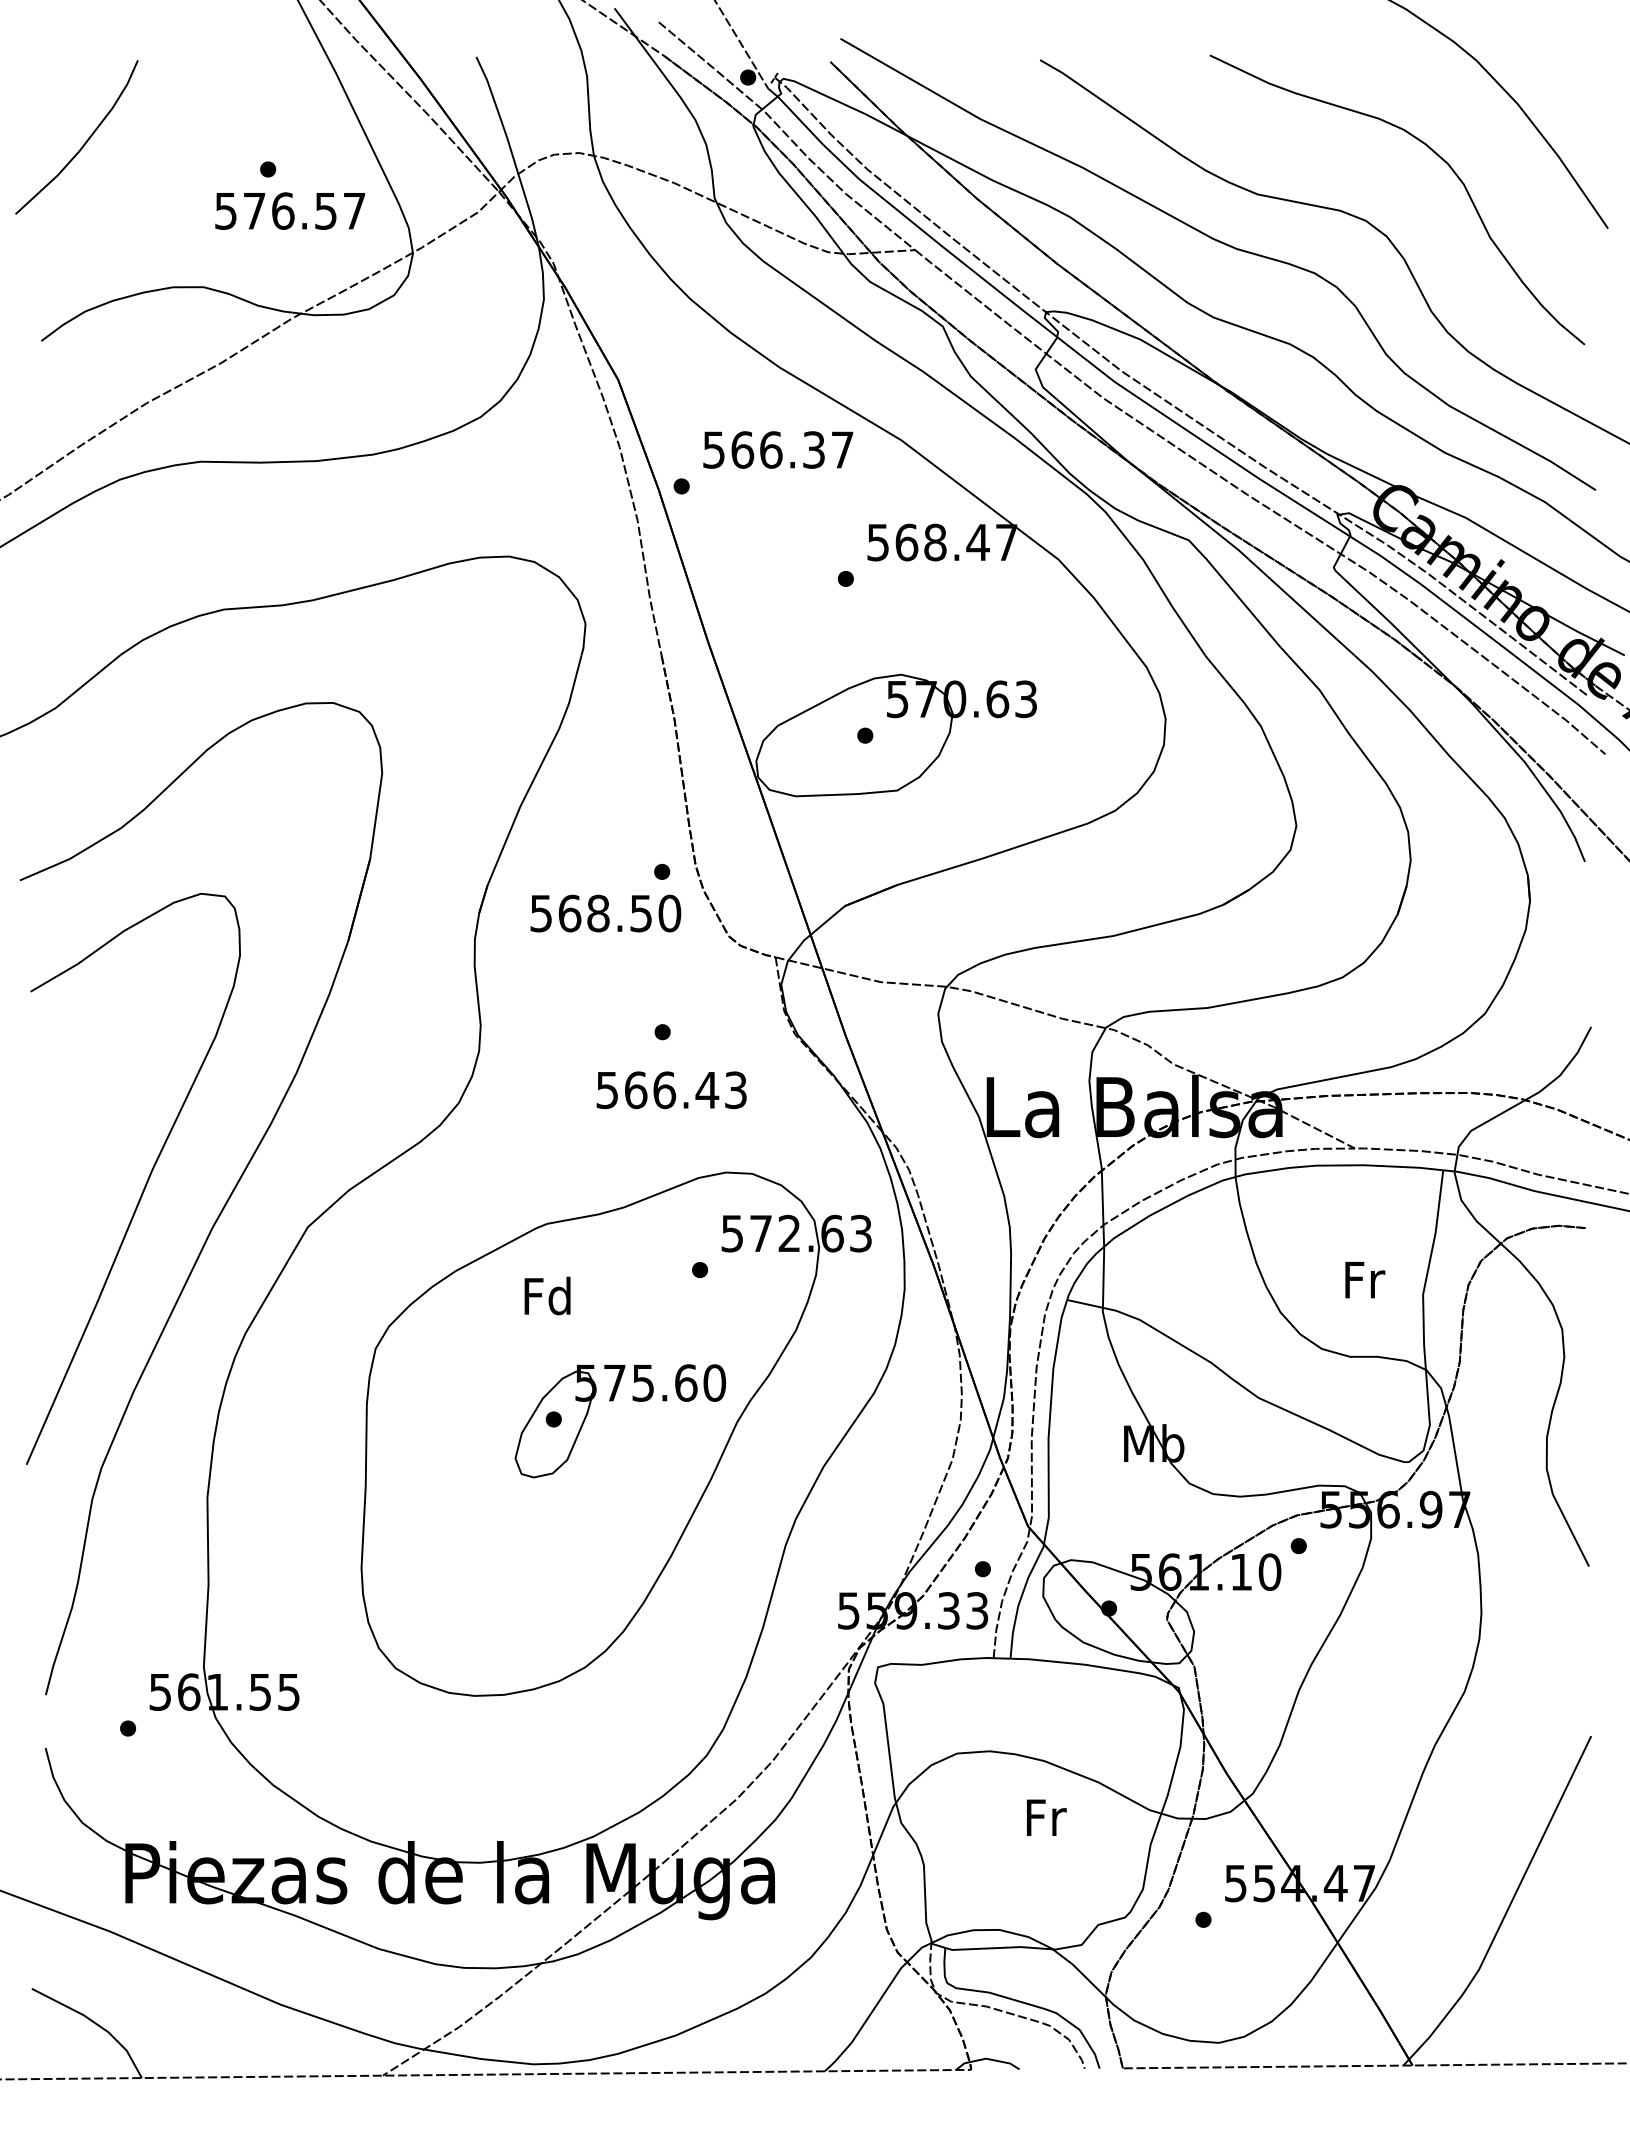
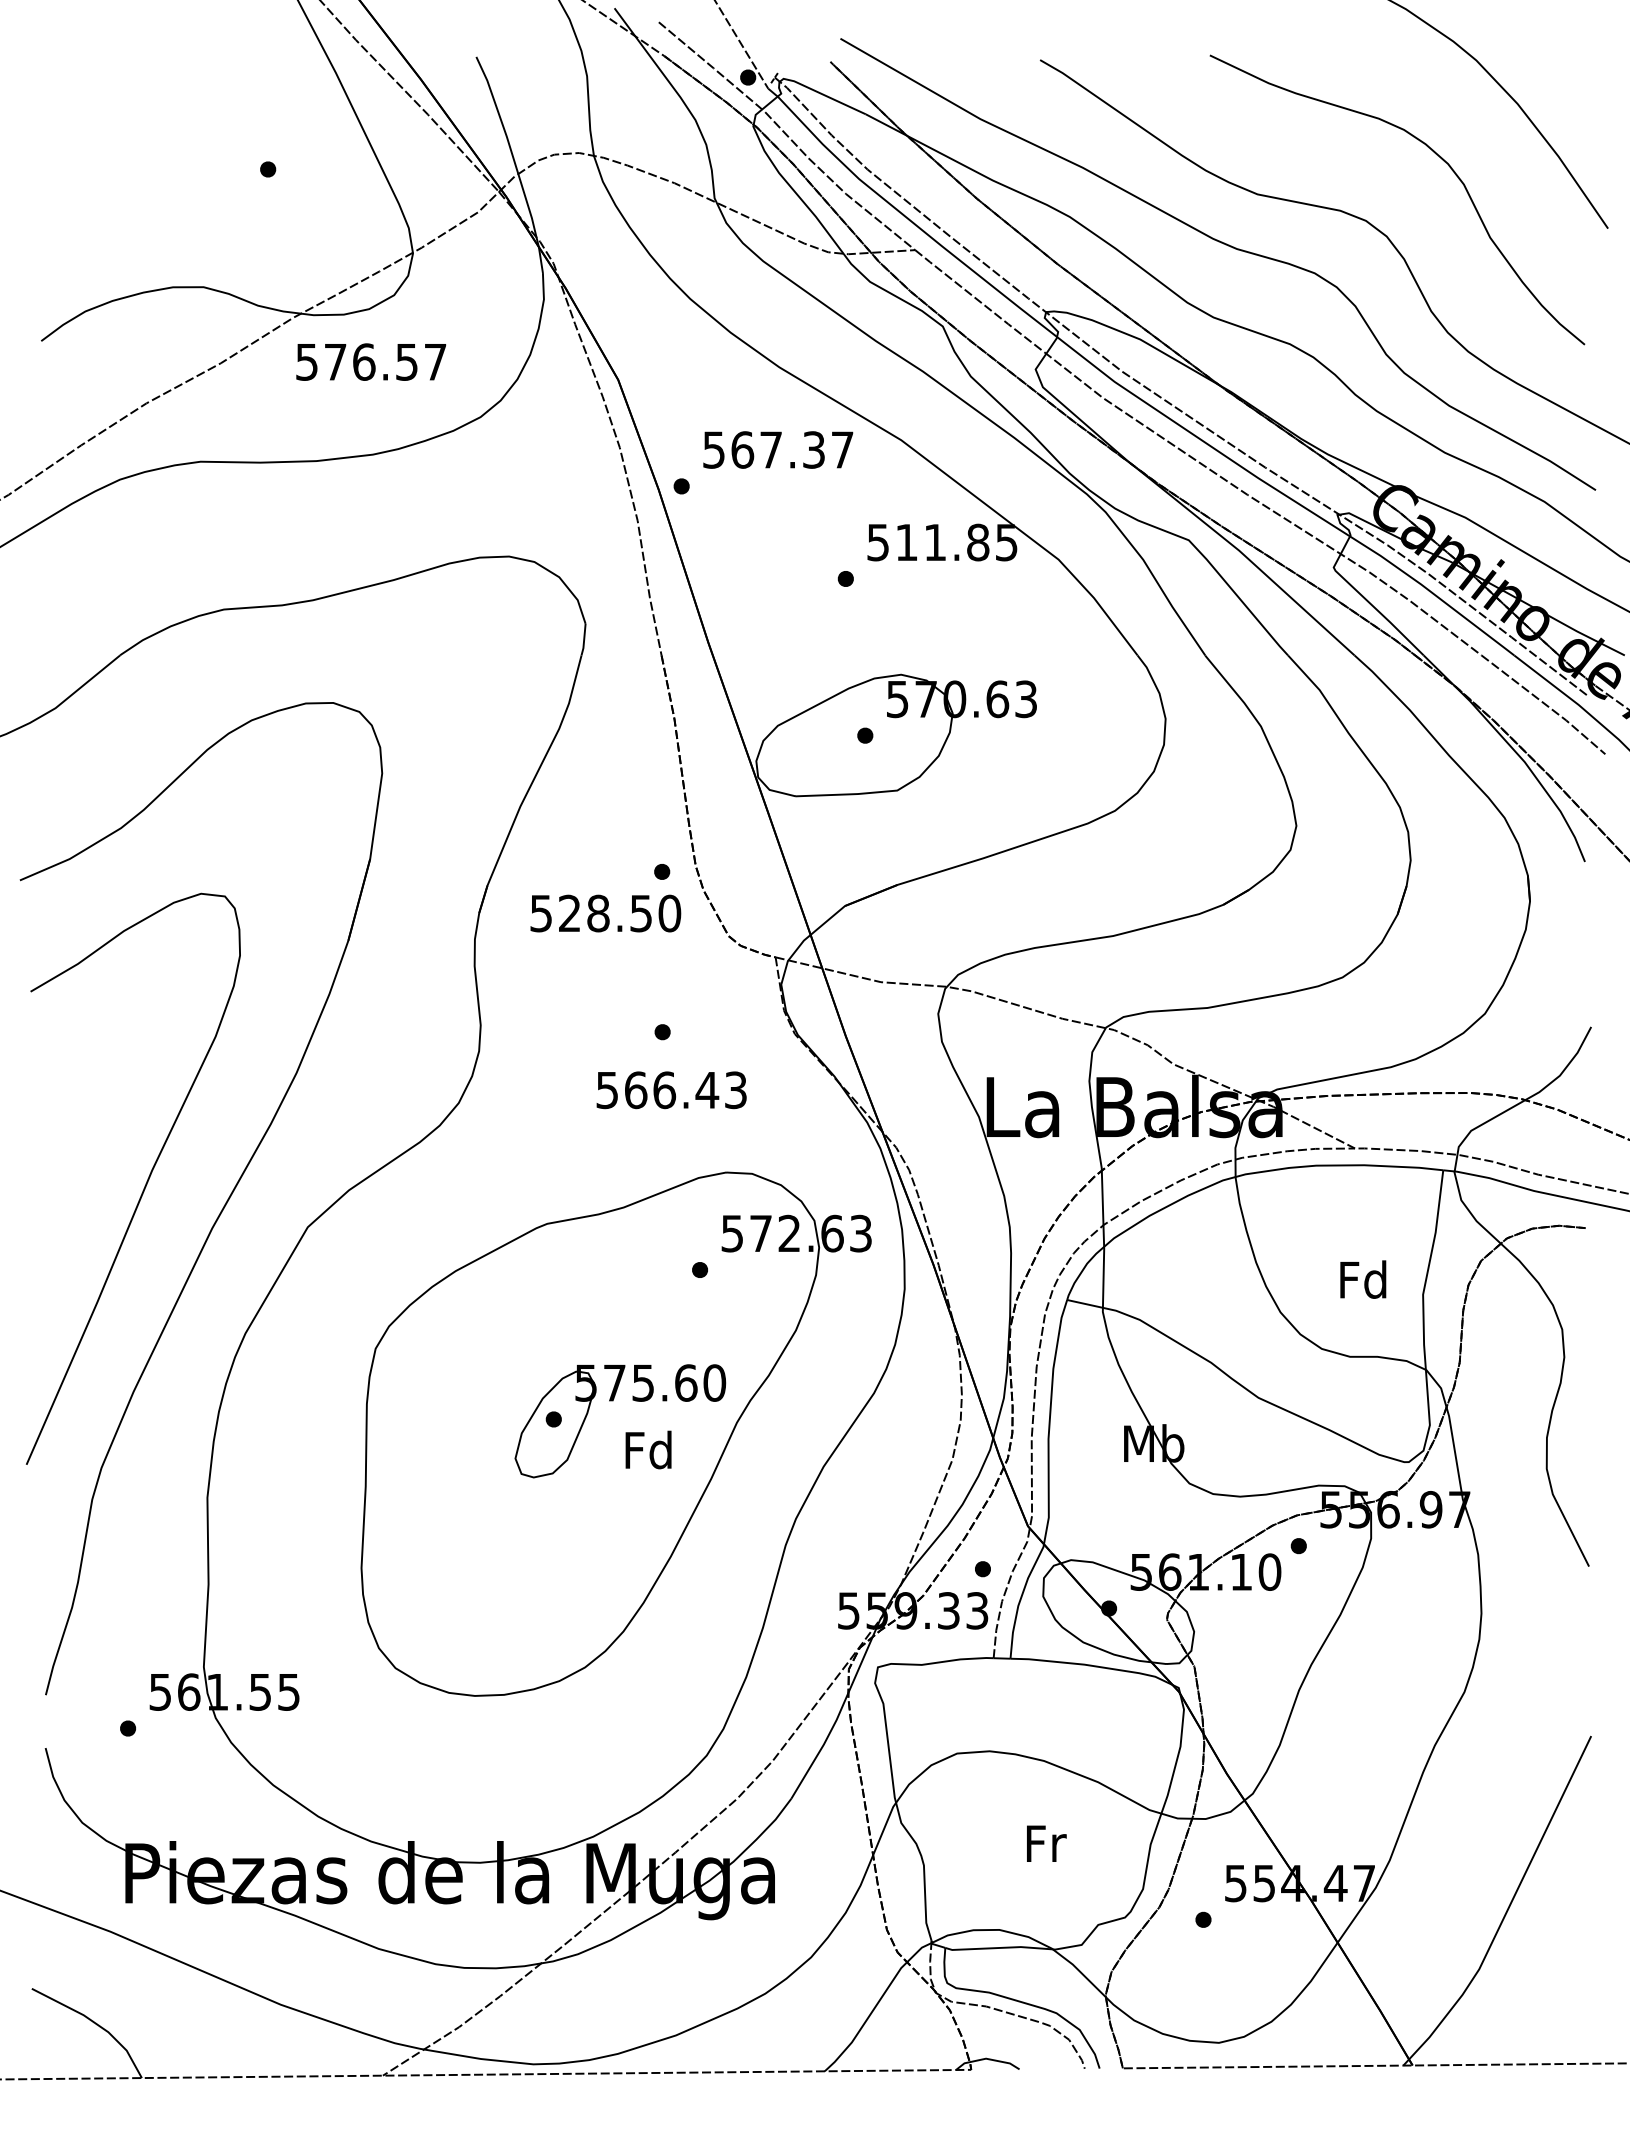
curve at (85, 141): present -> none
text at (290, 210) position: (290, 210) -> (371, 361)
text at (771, 449): 566.37 -> 567.37
text at (956, 542): 568.47 -> 511.85
text at (569, 913): 568.50 -> 528.50
text at (1363, 1279): Fr -> Fd
text at (547, 1295) position: (547, 1295) -> (648, 1449)
text at (1046, 1817) position: (1046, 1817) -> (1046, 1843)
